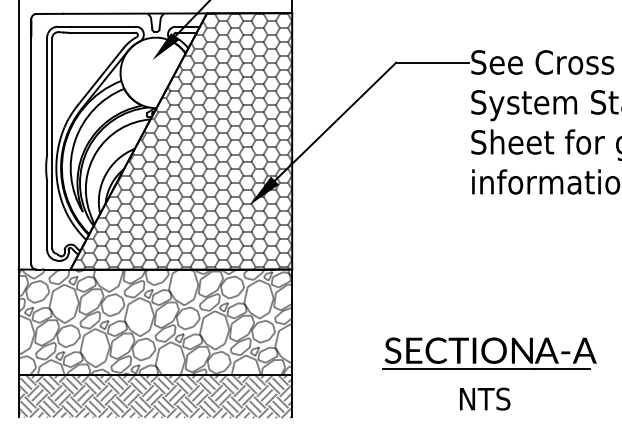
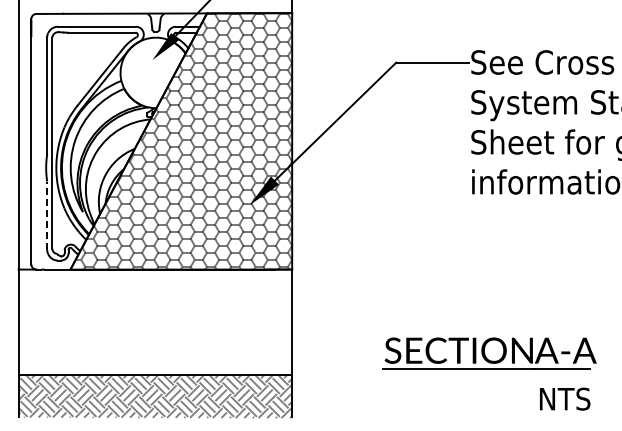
line at (47, 215): solid -> dashed
hatch at (155, 321): present -> none
text at (485, 398) position: (485, 398) -> (565, 398)
